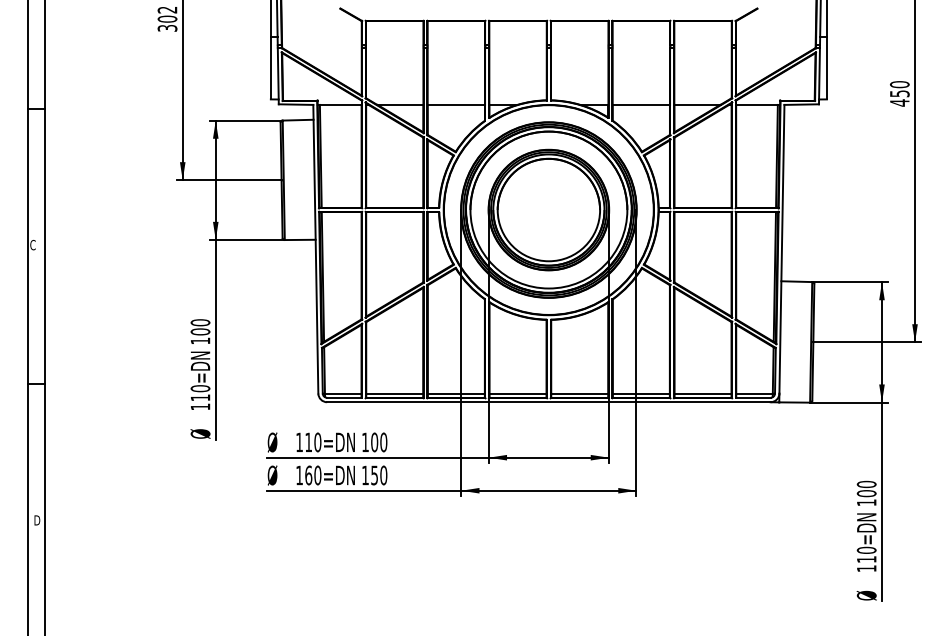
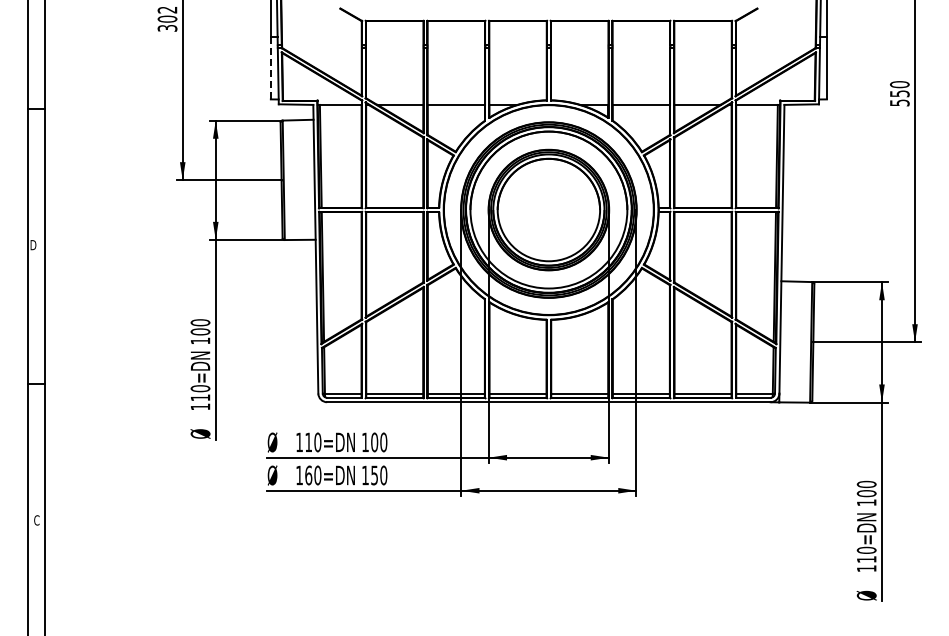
line at (270, 68): solid -> dashed
text at (899, 102): 450 -> 550
text at (33, 244): C -> D
text at (37, 520): D -> C
